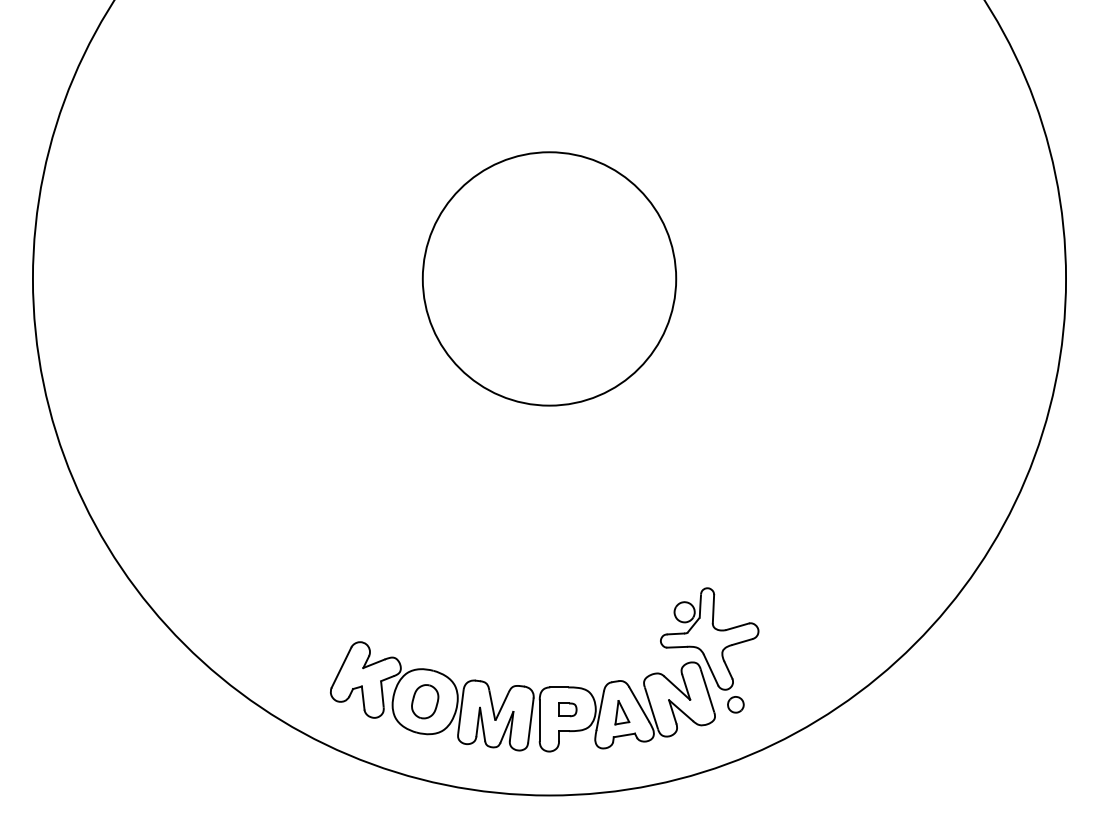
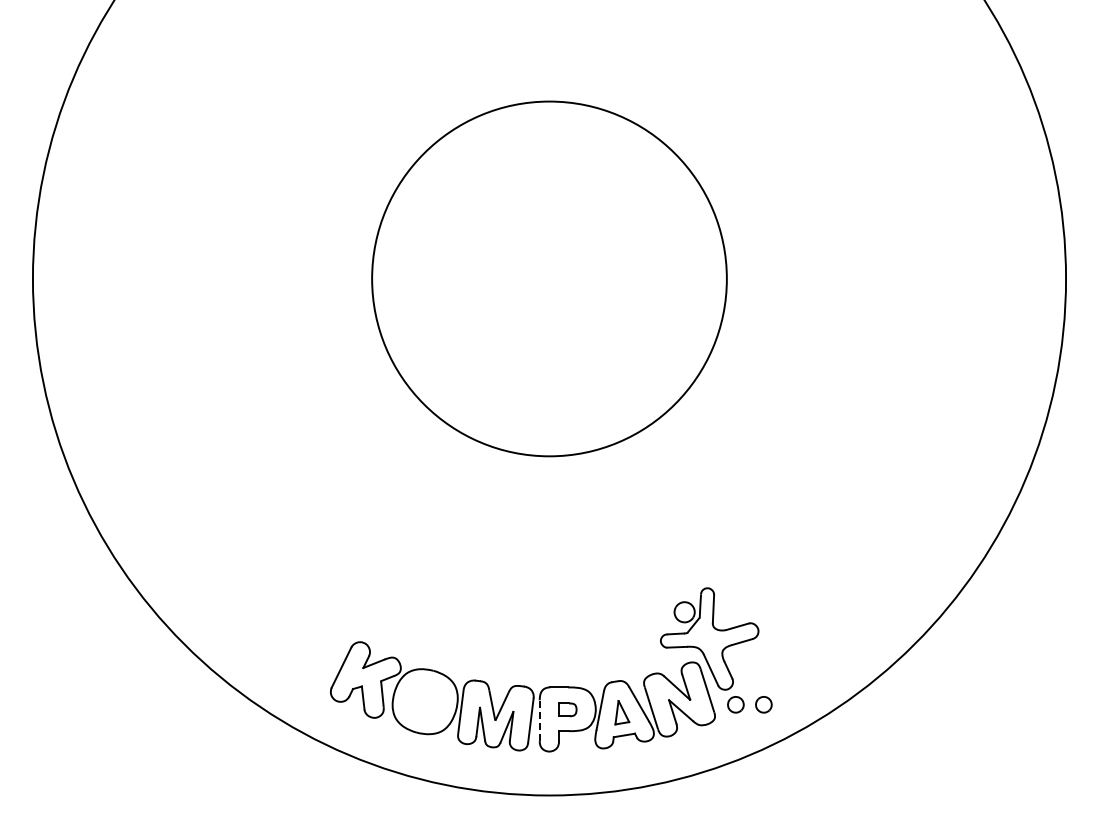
circle at (549, 278) diameter: 253 px -> 355 px
part at (425, 701): present -> none
part at (763, 704): none -> present
line at (539, 720): solid -> dashed
